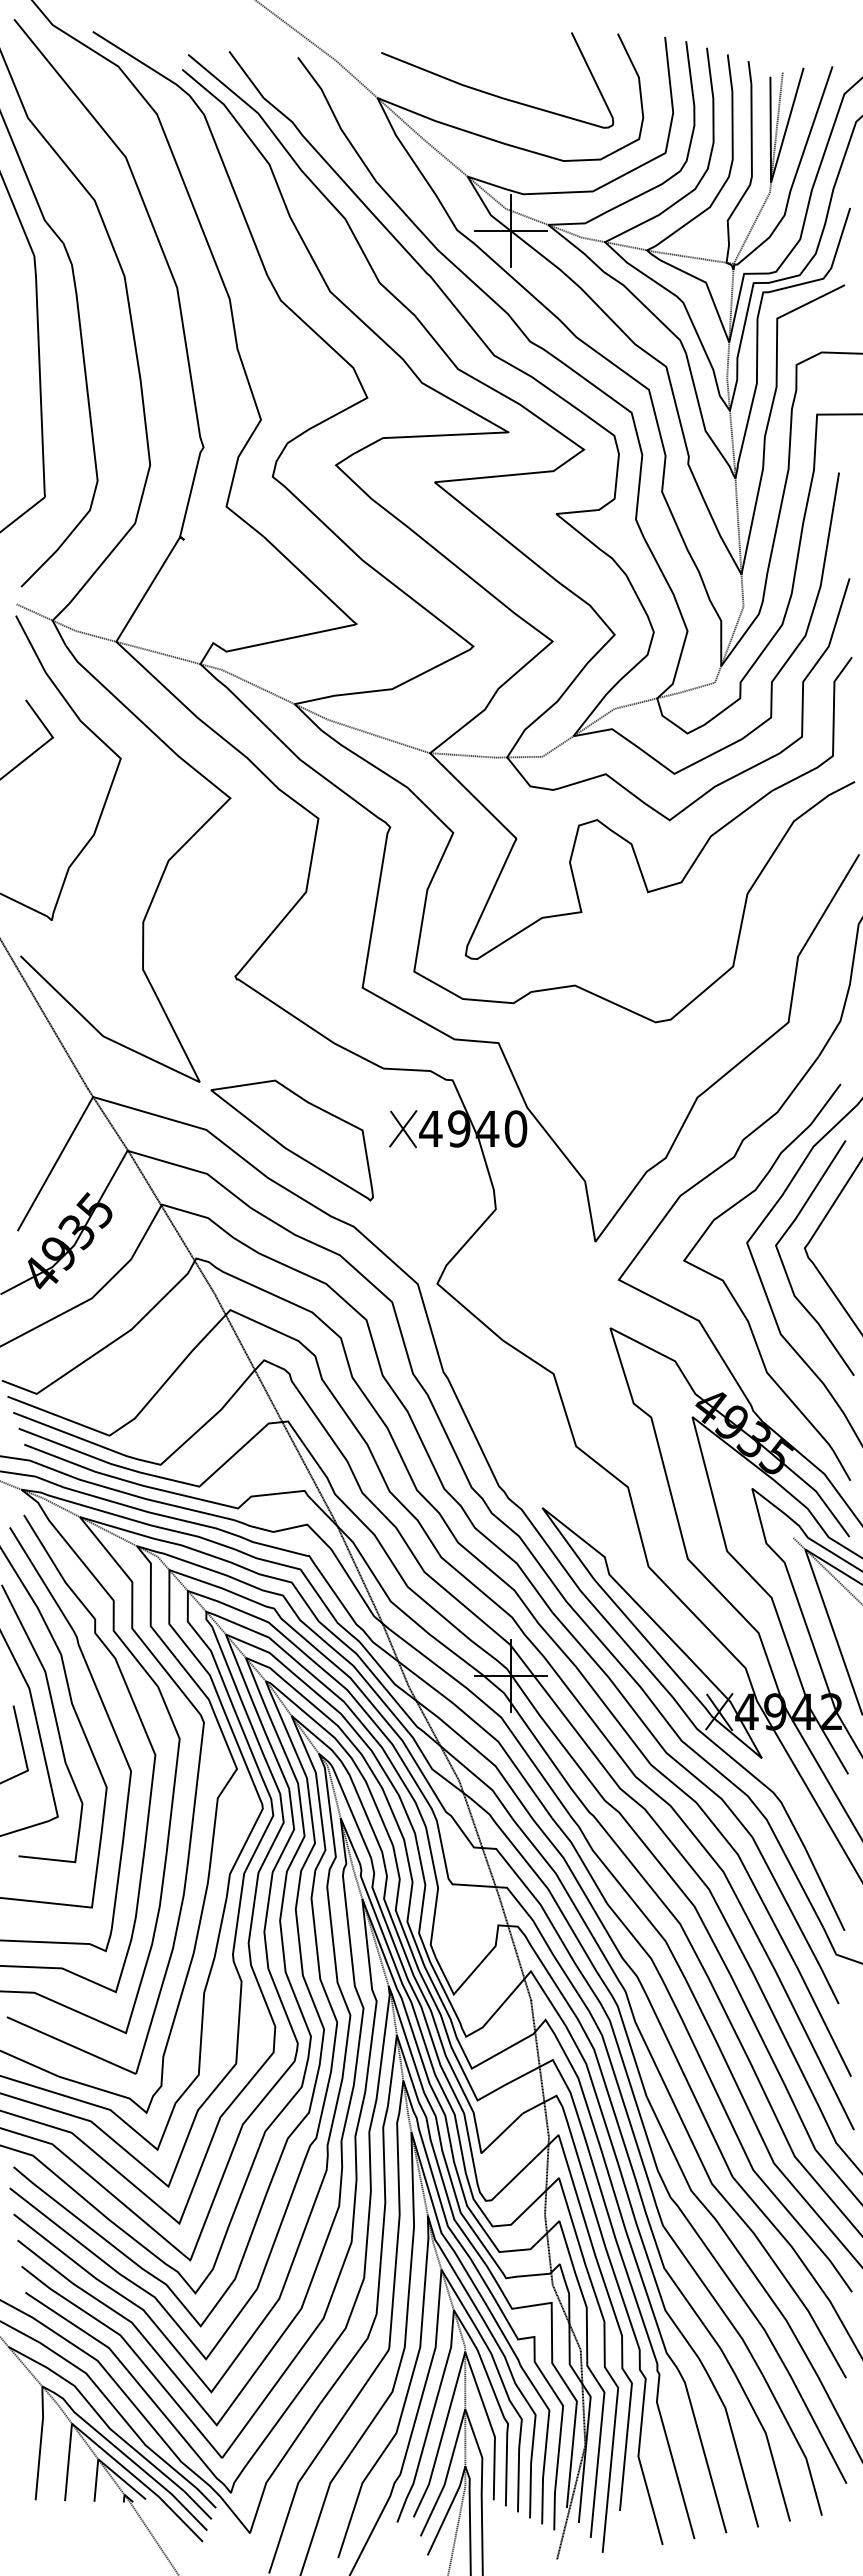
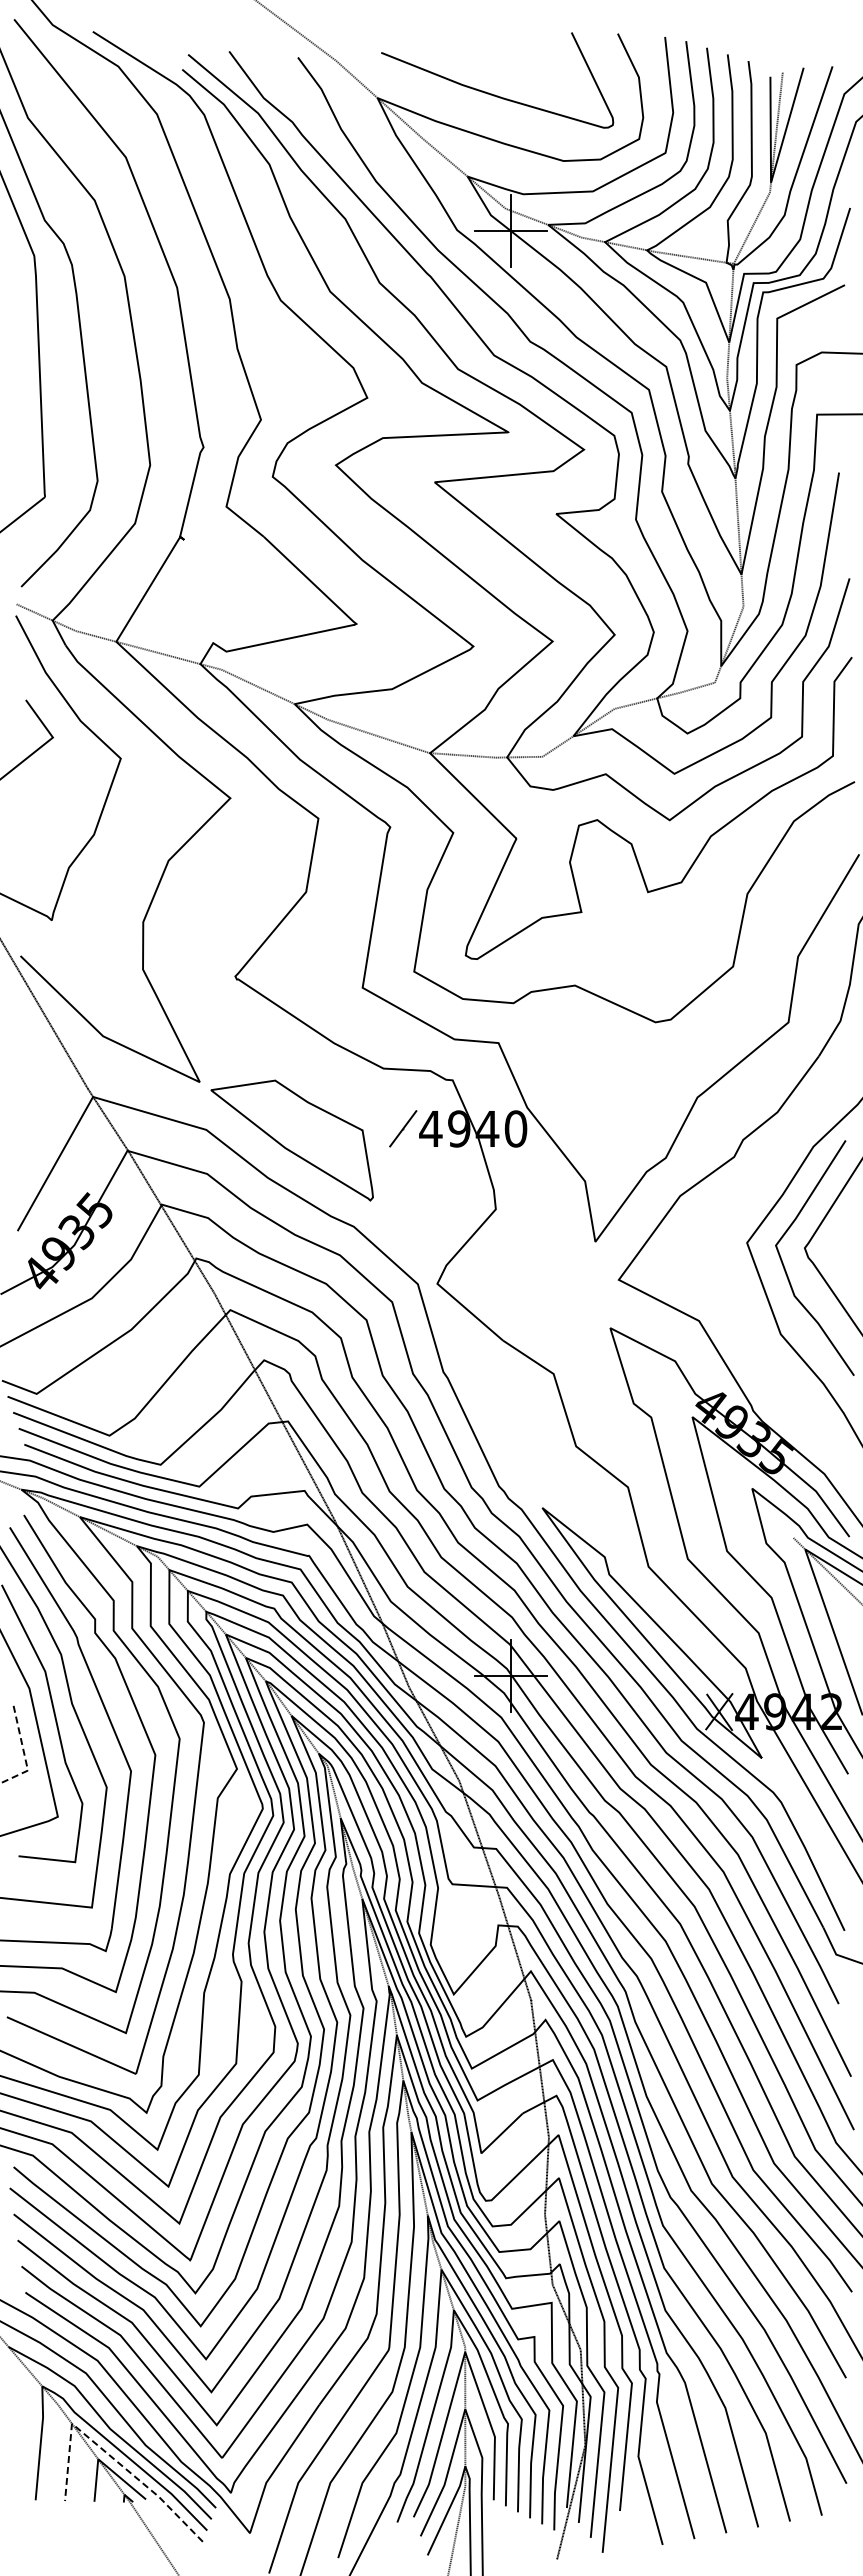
line at (403, 1129): present -> none
curve at (735, 1298): present -> none
line at (24, 1753): solid -> dashed
line at (110, 2455): solid -> dashed
